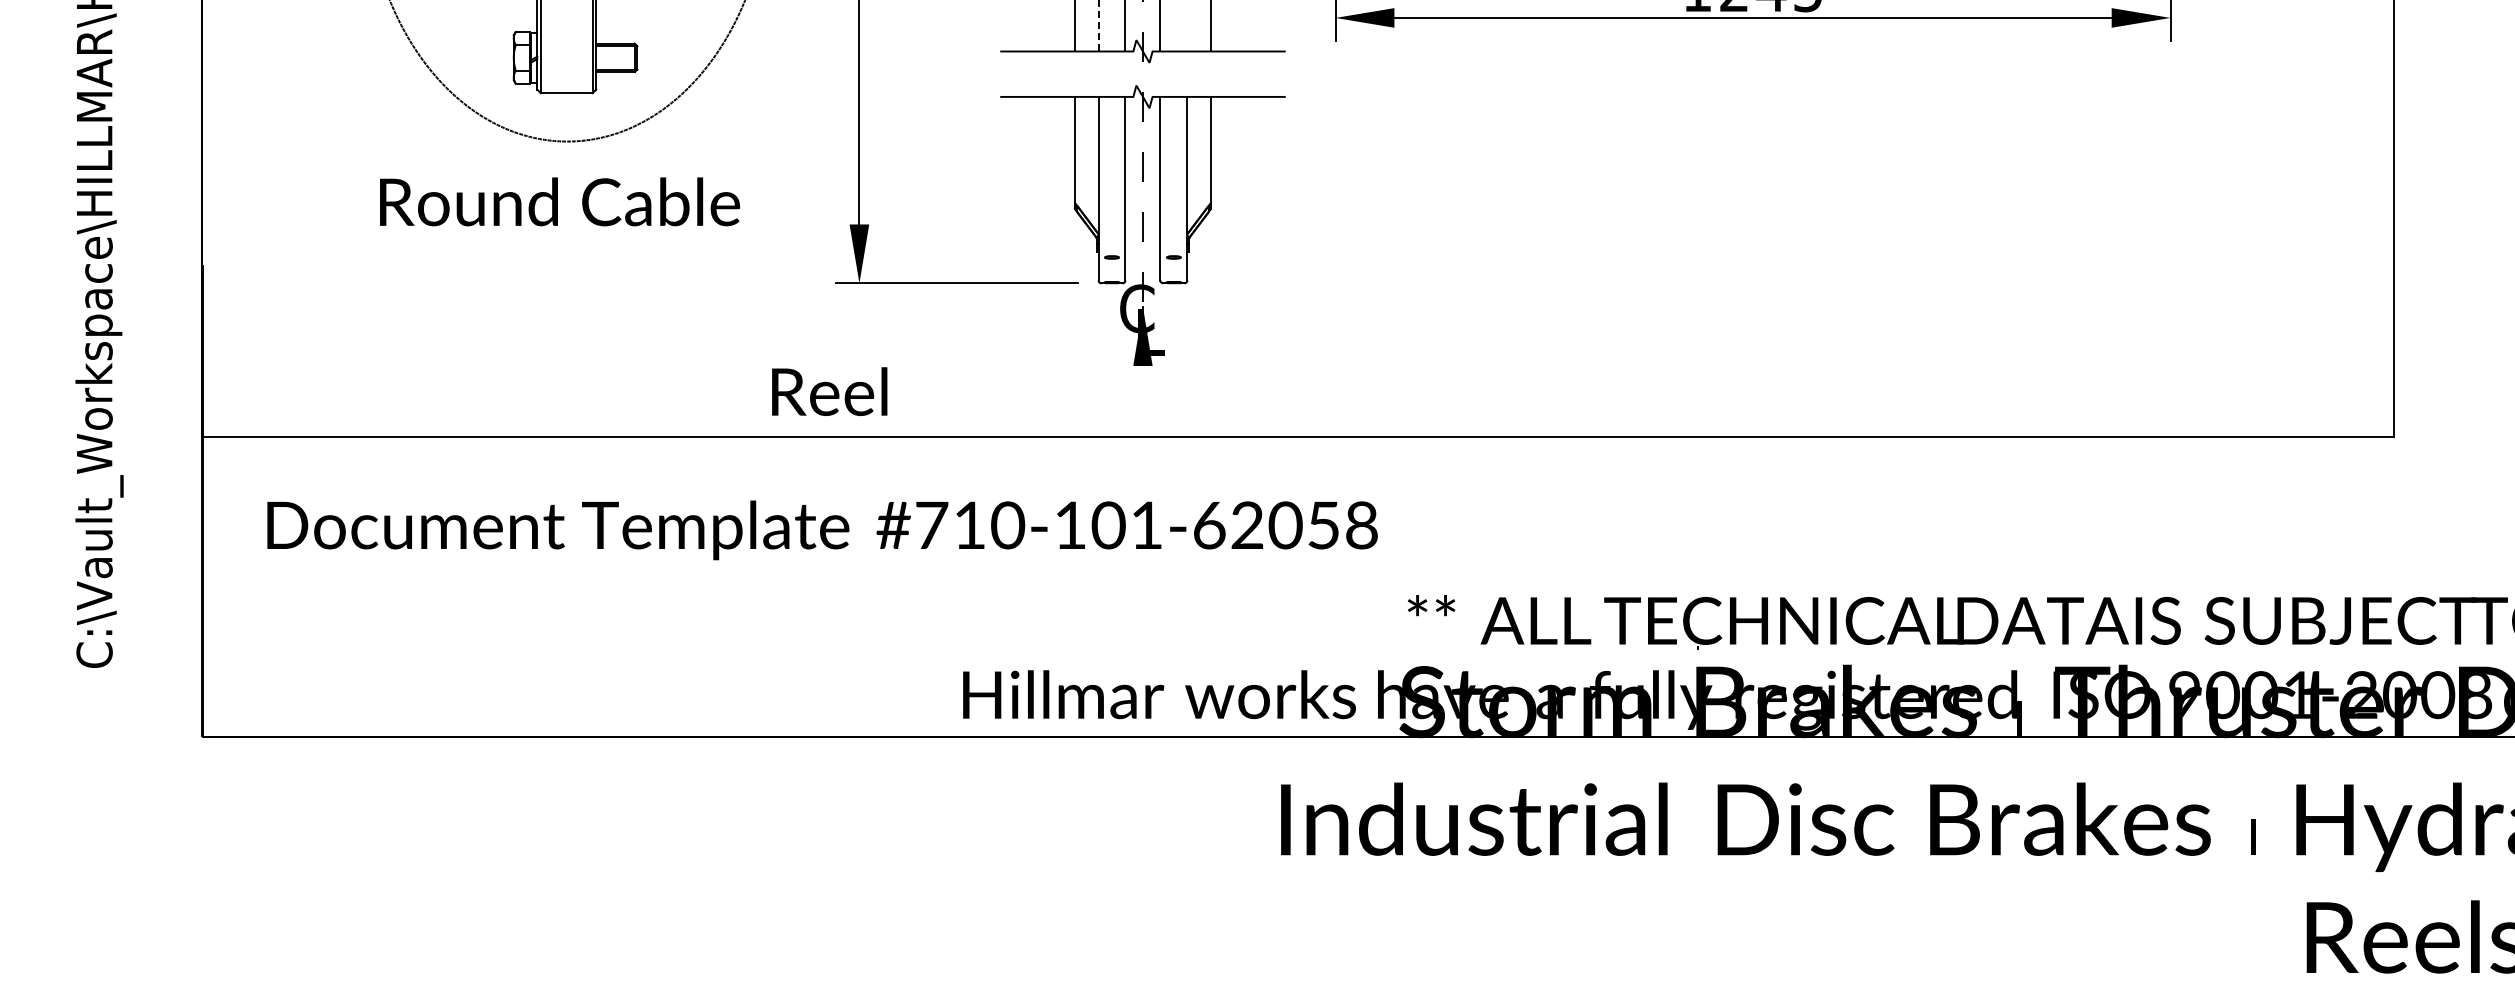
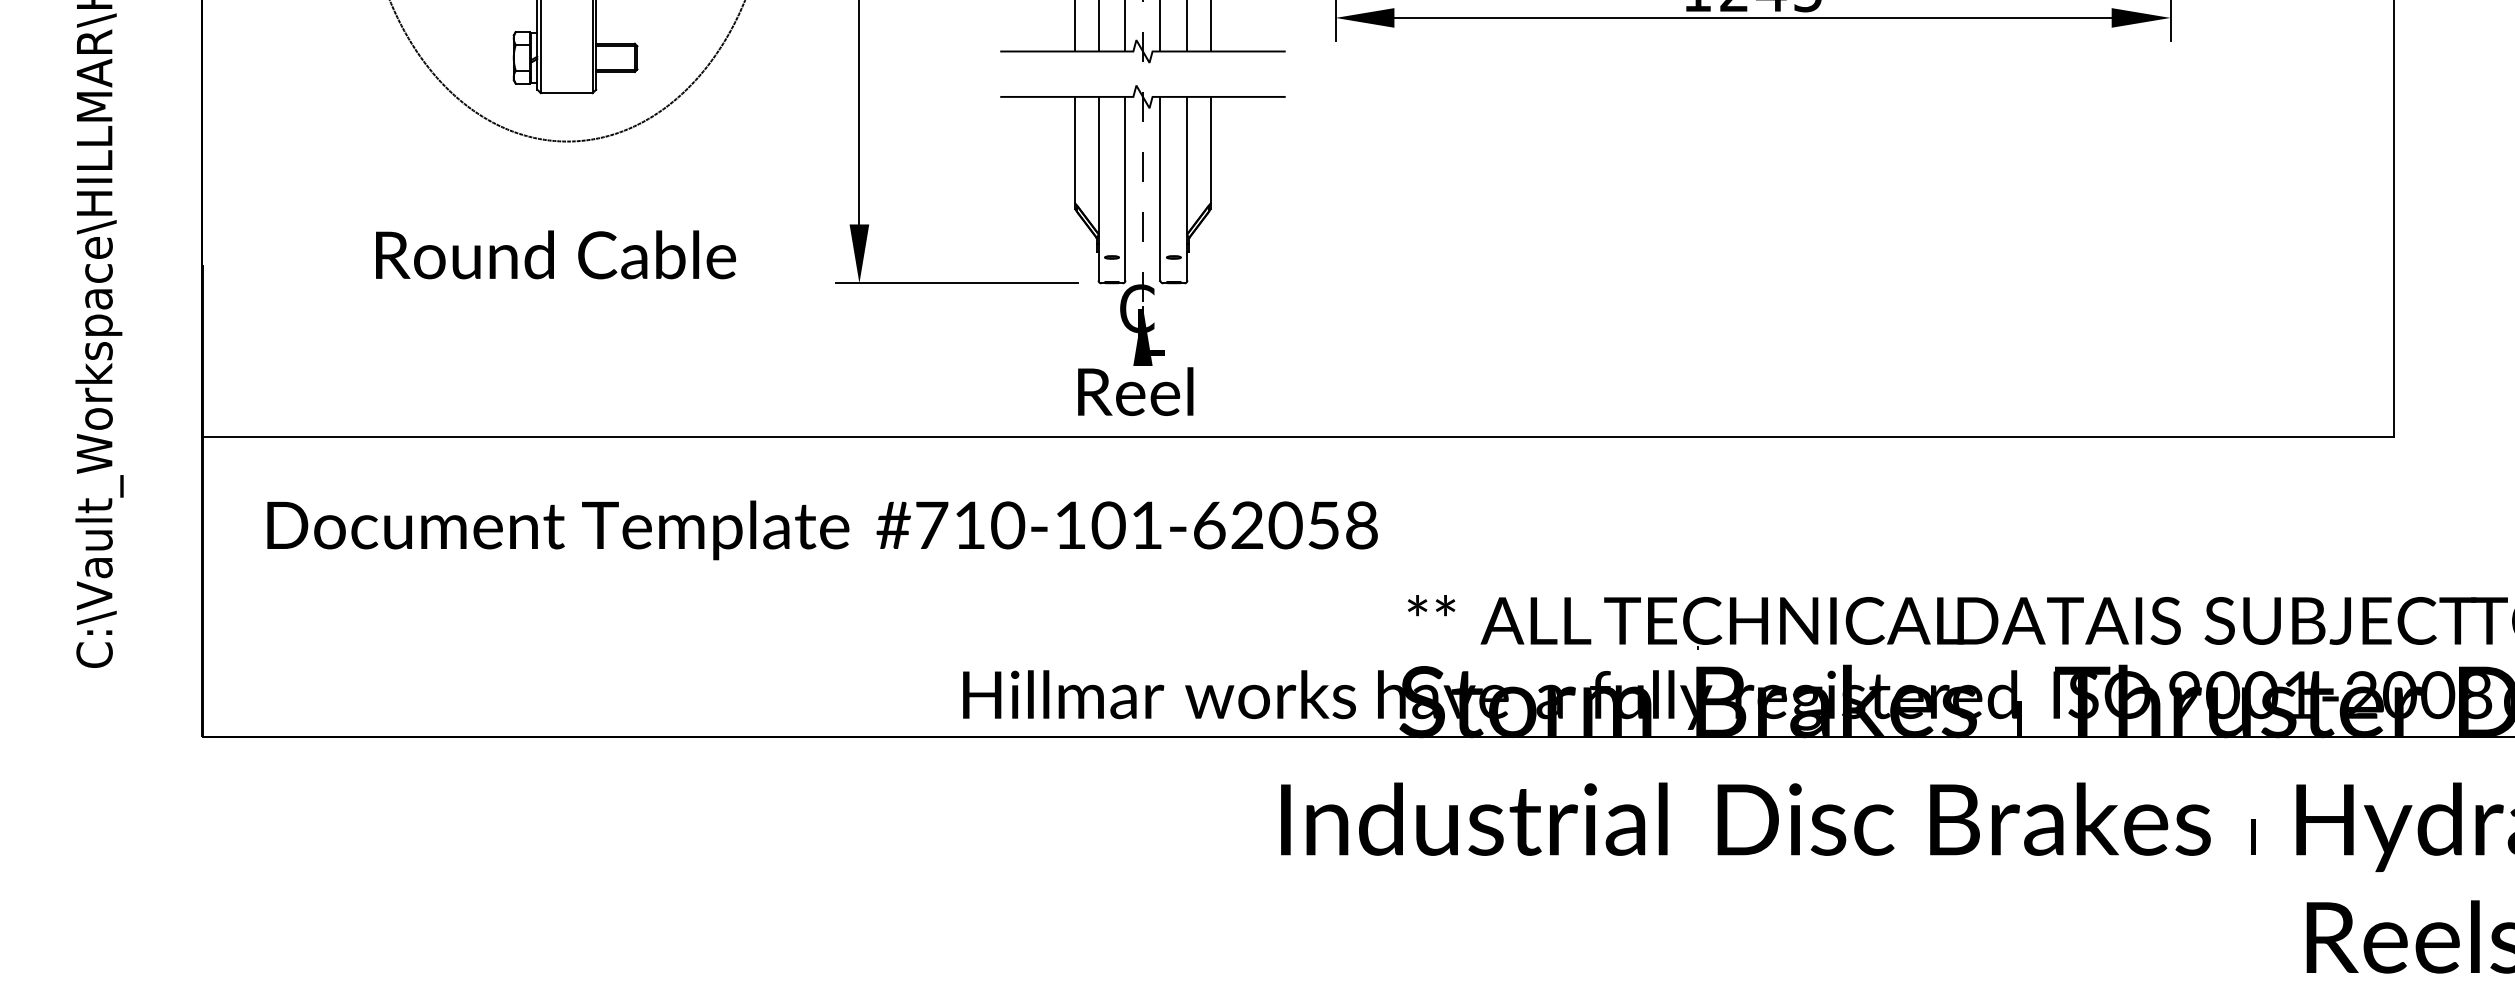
line at (1098, 25): dashed -> solid
line at (1187, 26): none -> present
text at (560, 201) position: (560, 201) -> (556, 254)
text at (829, 391) position: (829, 391) -> (1135, 391)
